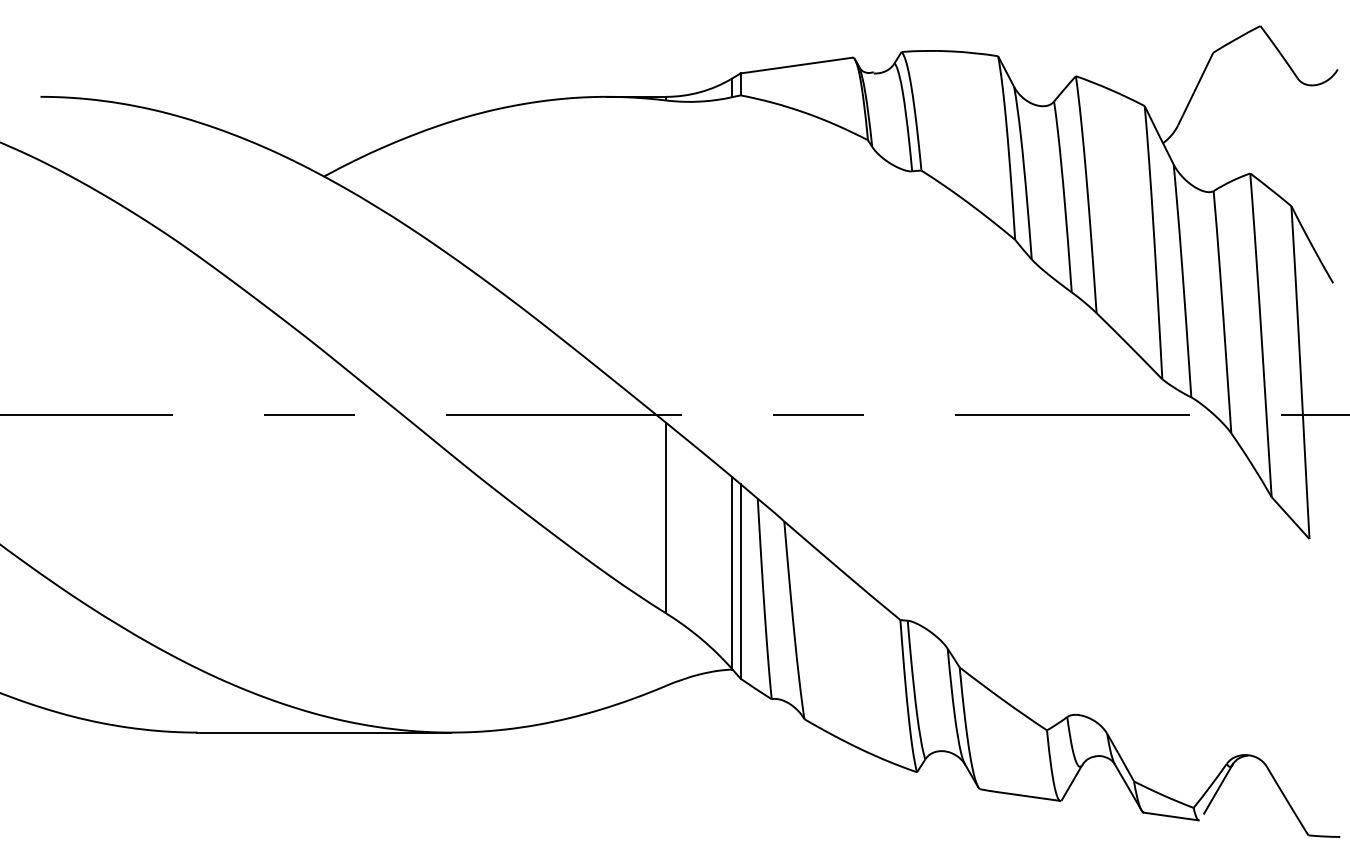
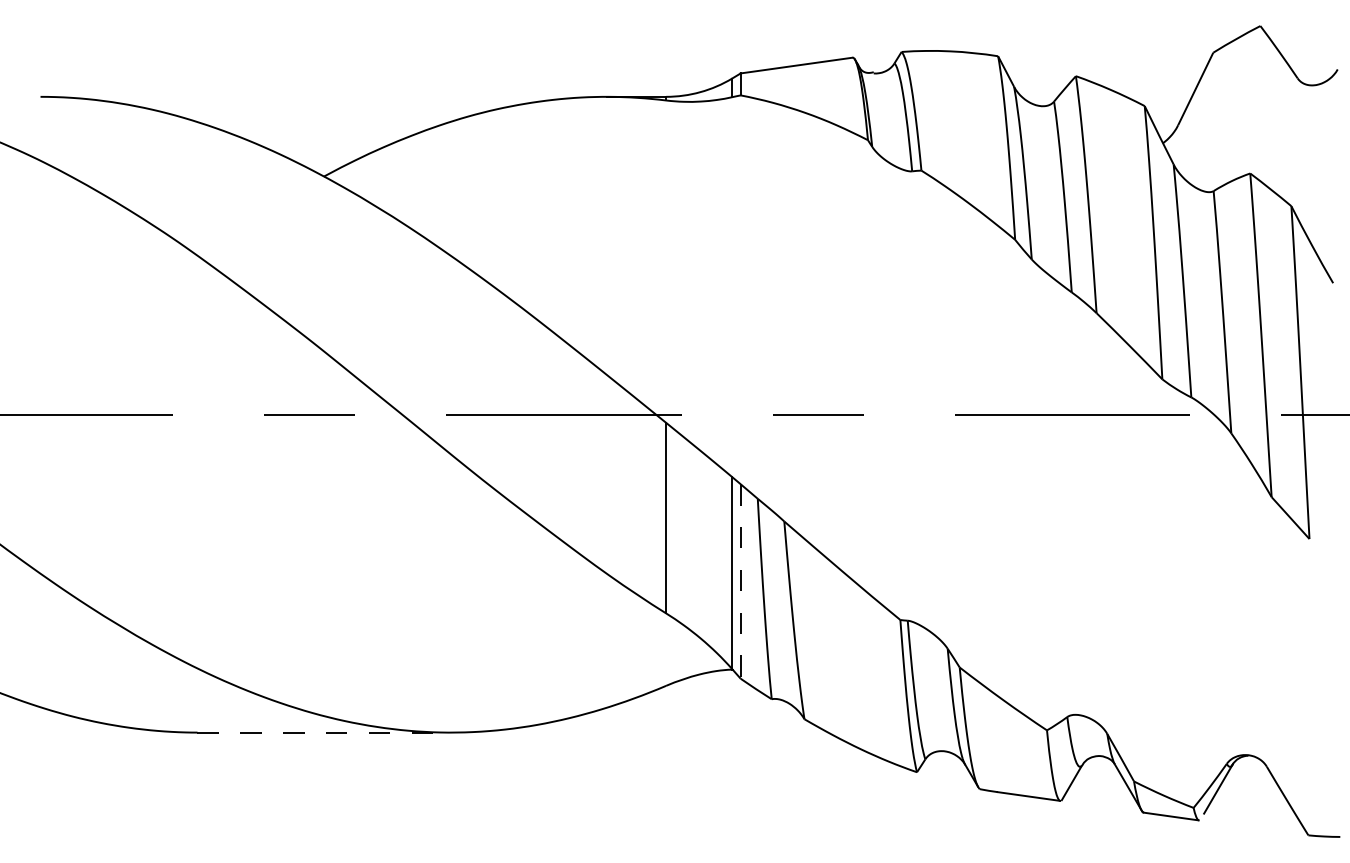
line at (740, 581): solid -> dashed
line at (324, 732): solid -> dashed
